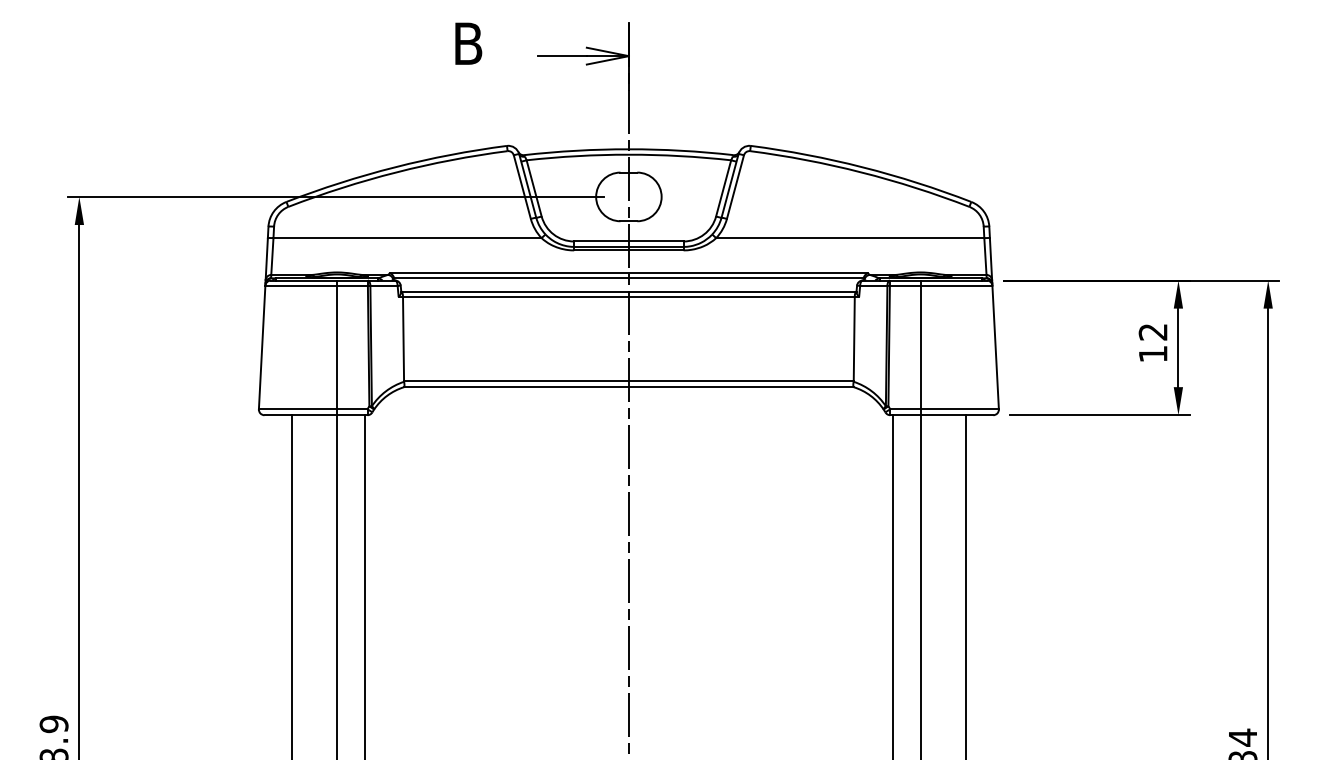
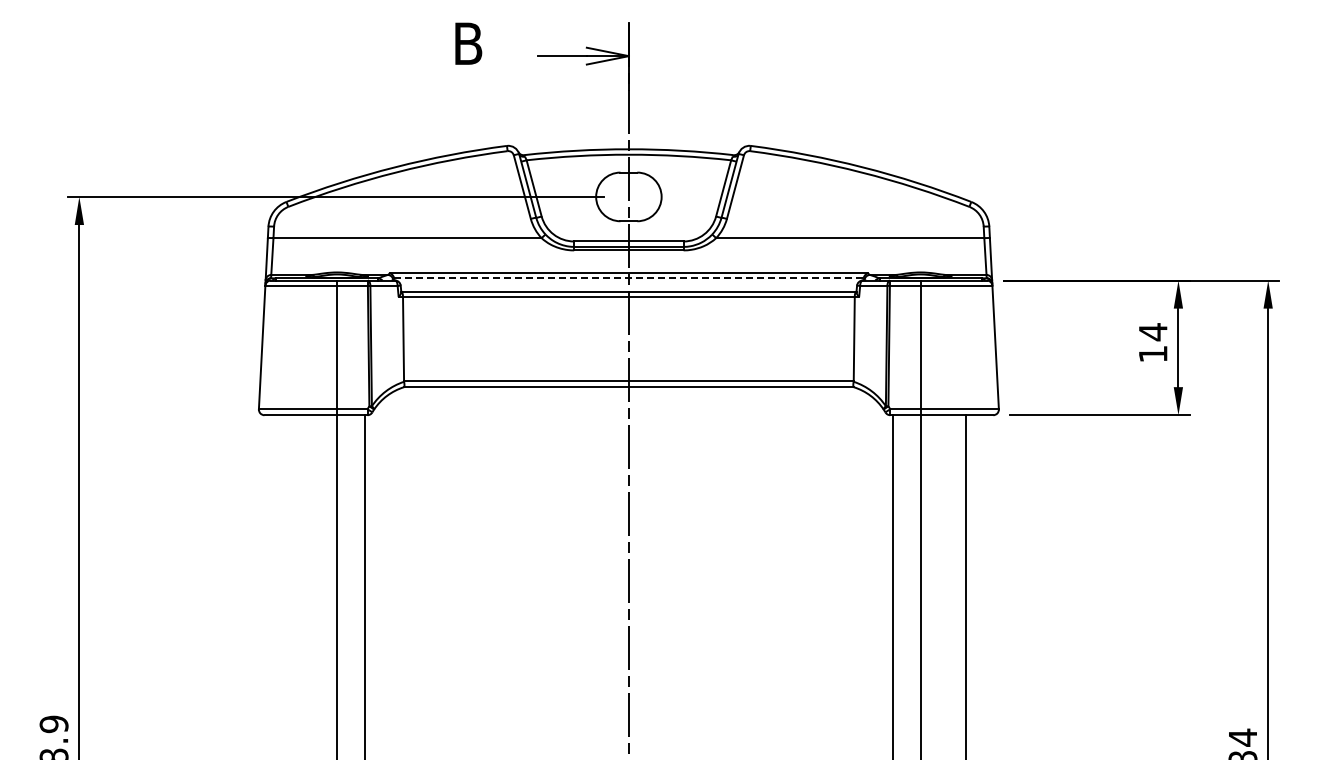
line at (628, 278): solid -> dashed
text at (1152, 332): 12 -> 14
line at (292, 585): present -> none
